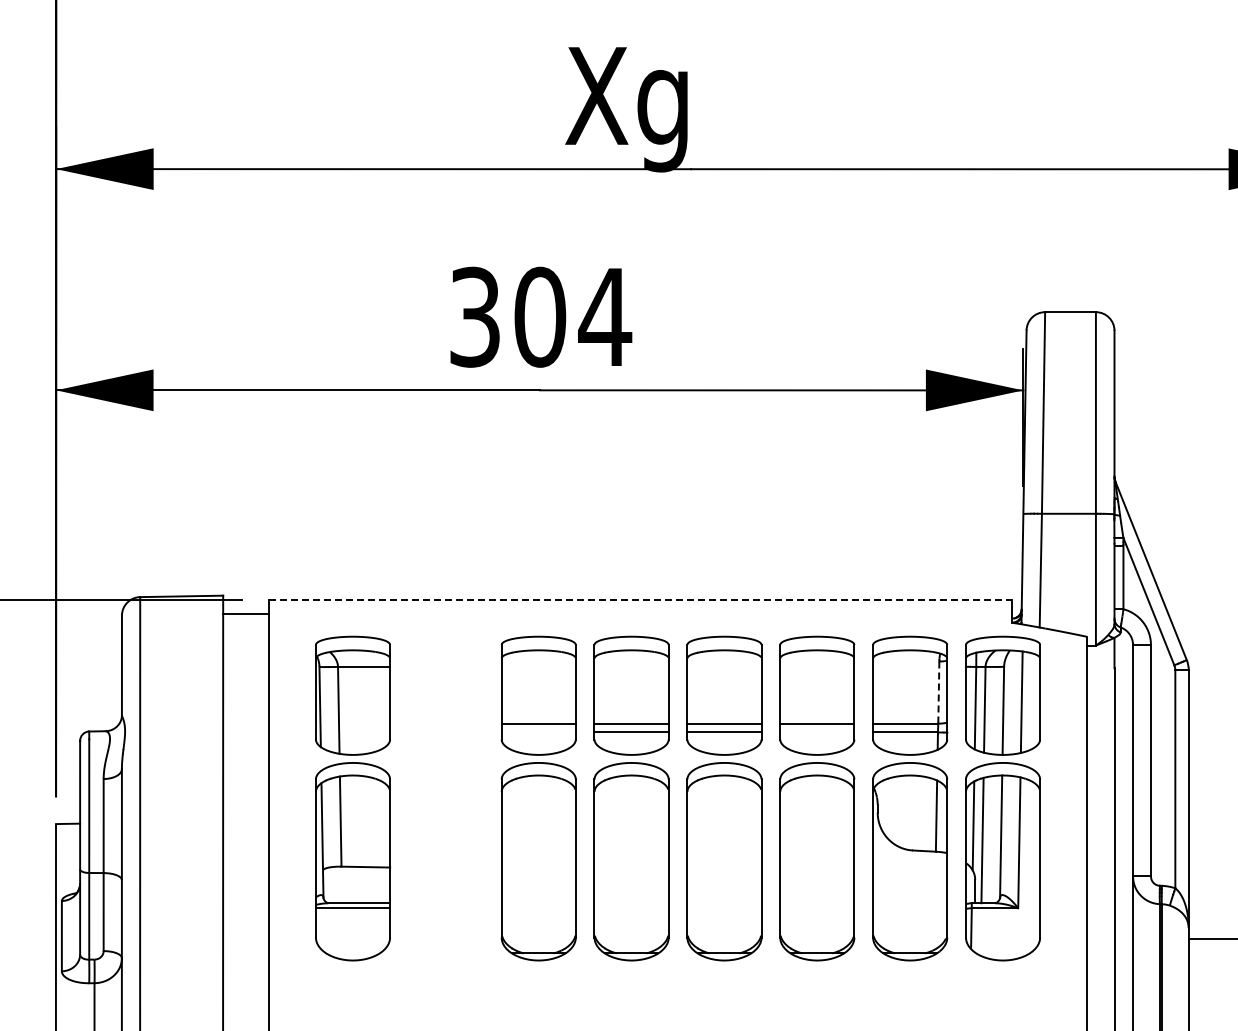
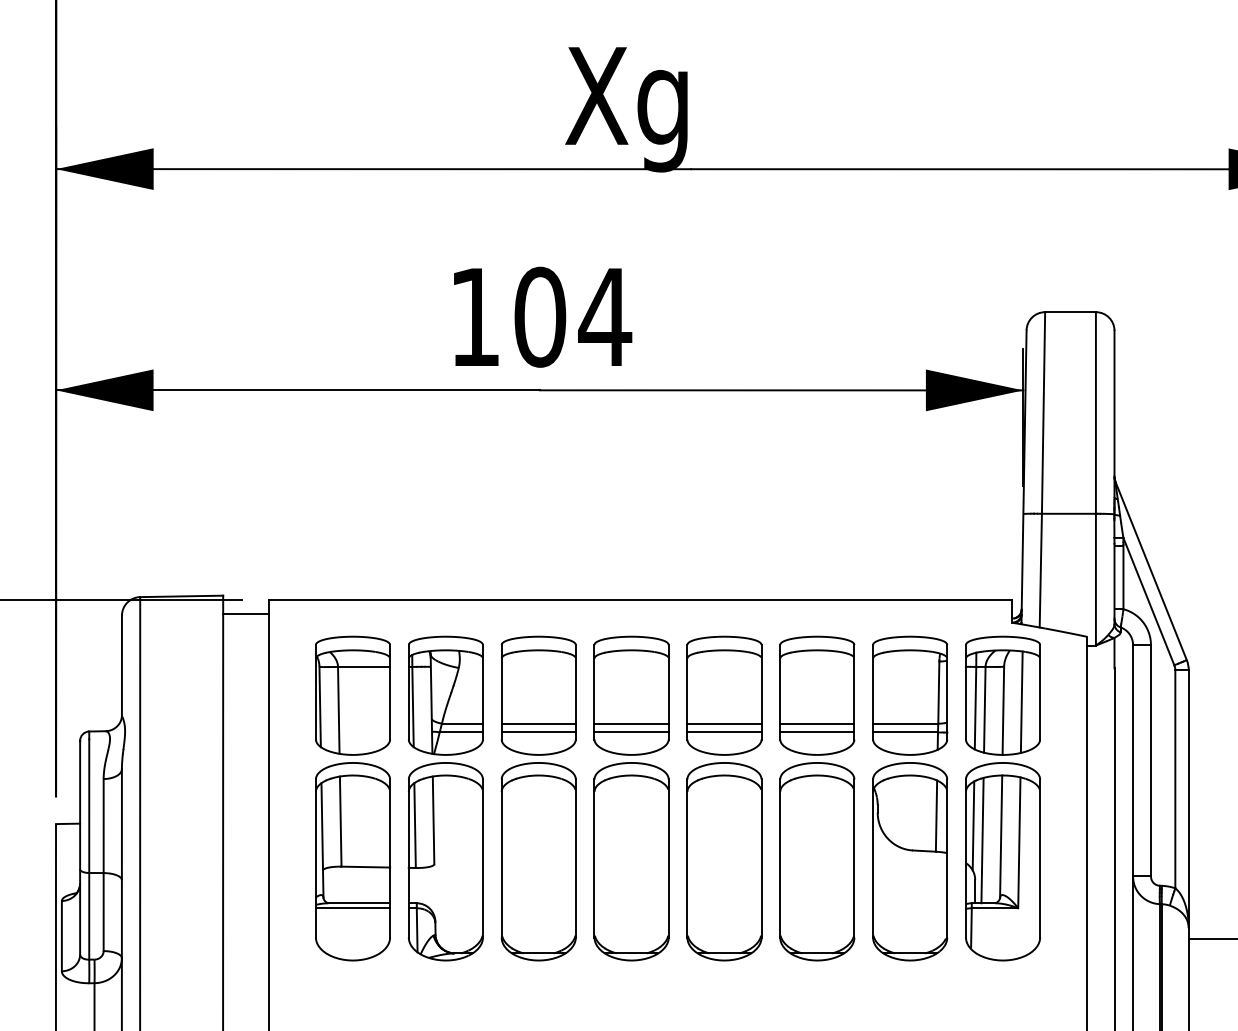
text at (474, 316): 304 -> 104
line at (641, 600): dashed -> solid
line at (938, 693): dashed -> solid
line at (538, 732): none -> present
line at (817, 732): none -> present
part at (445, 798): none -> present
